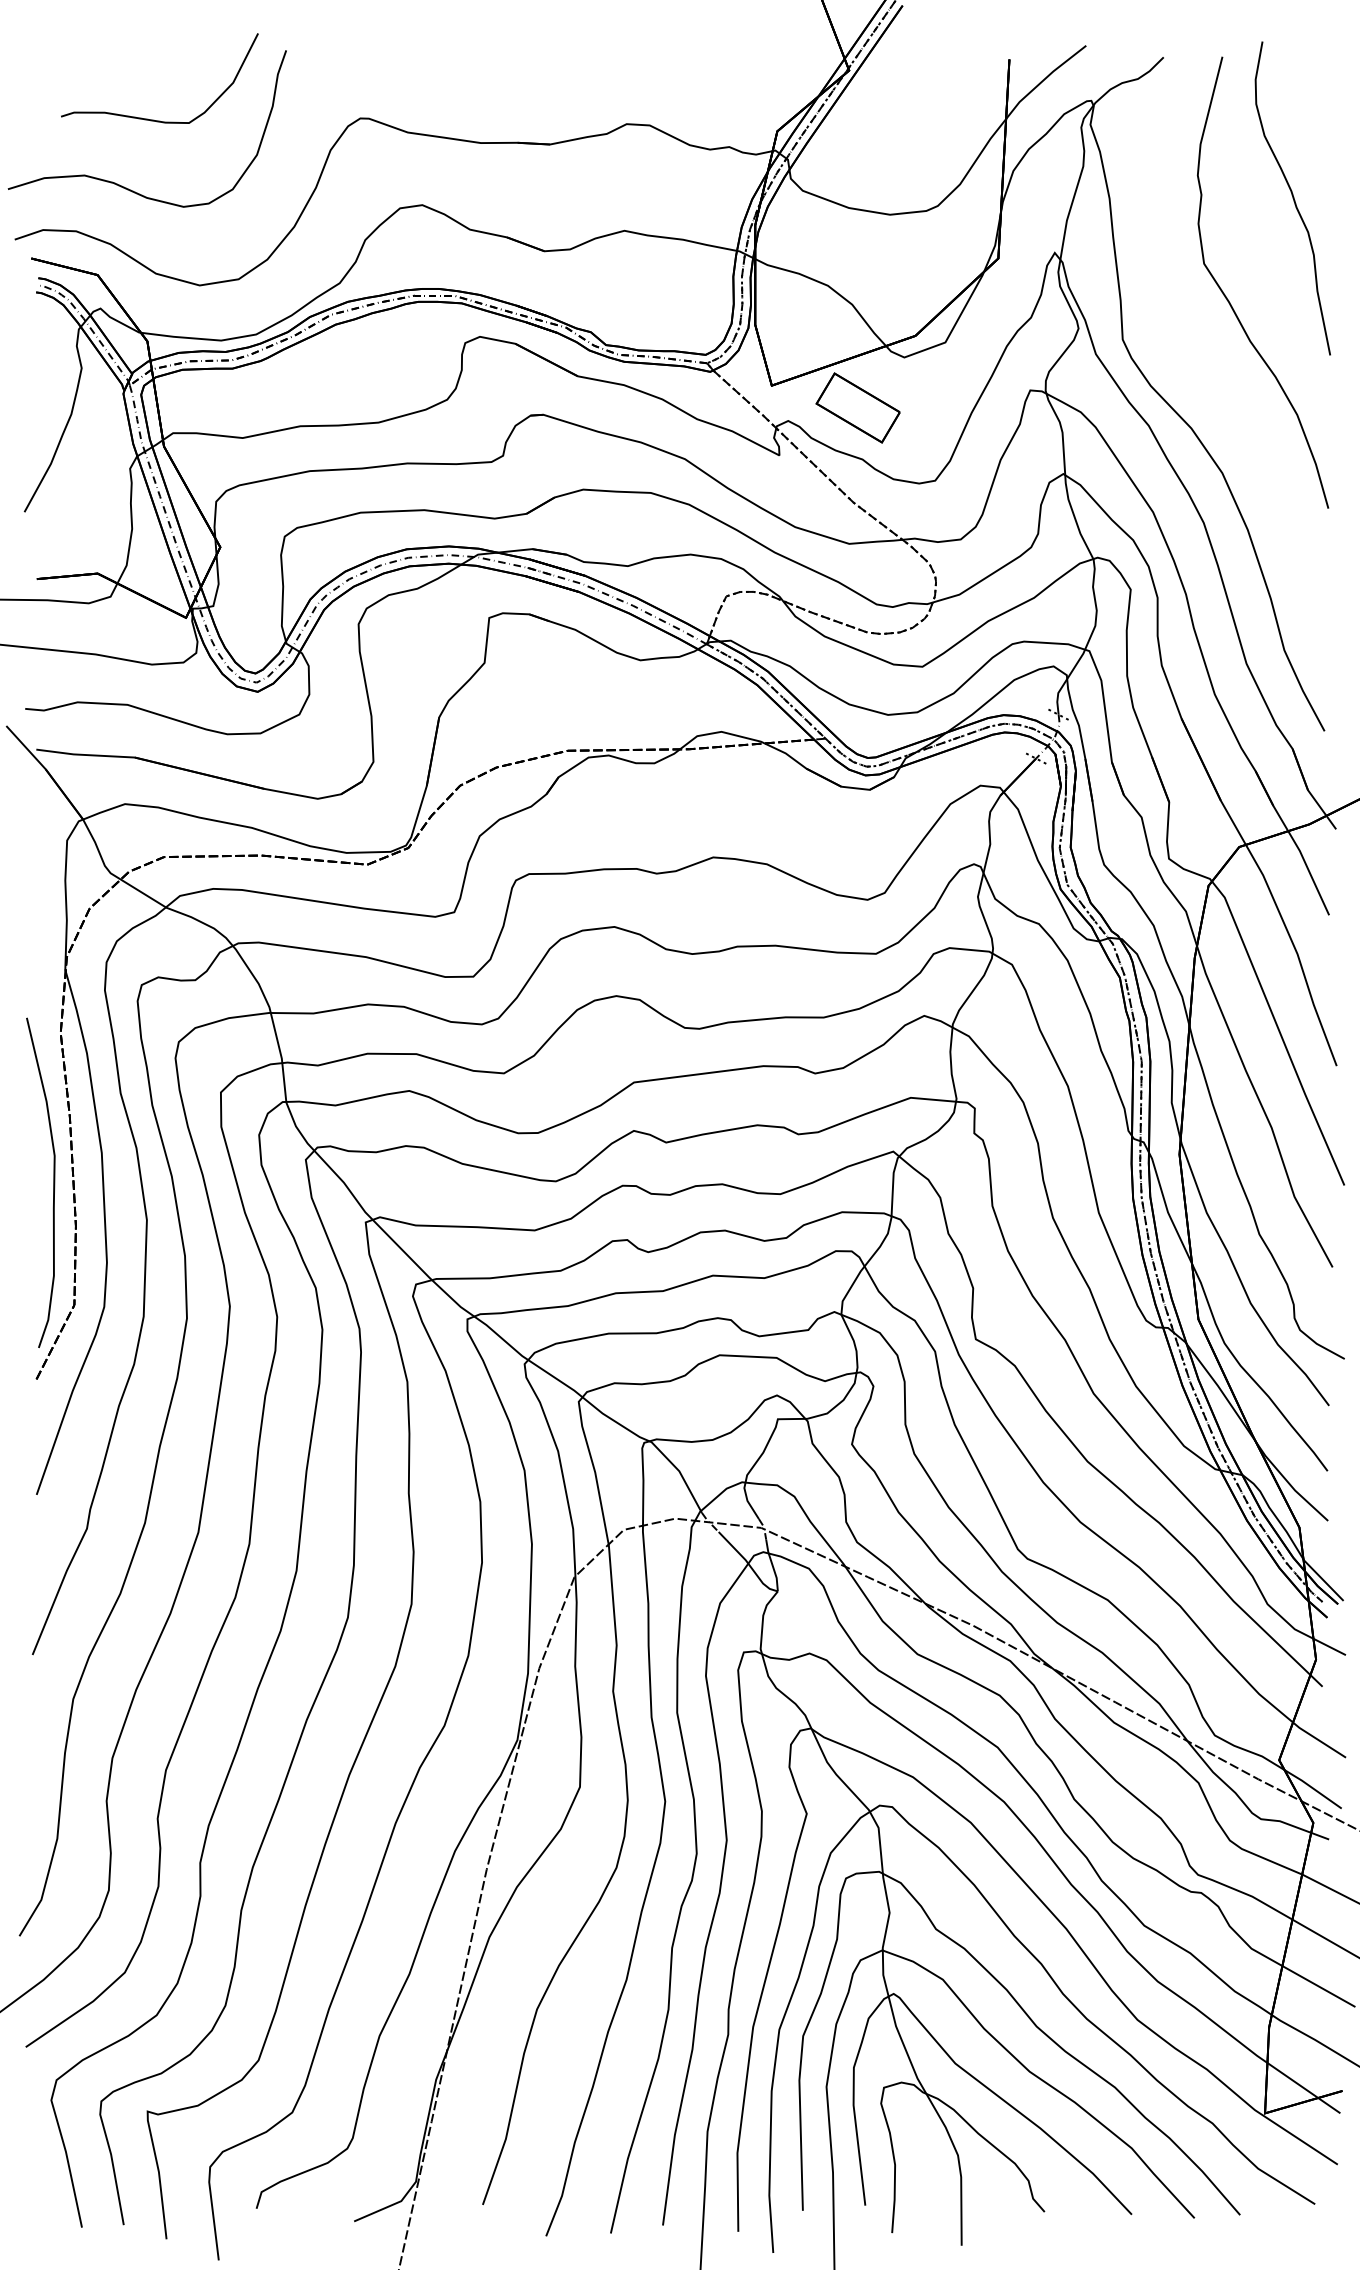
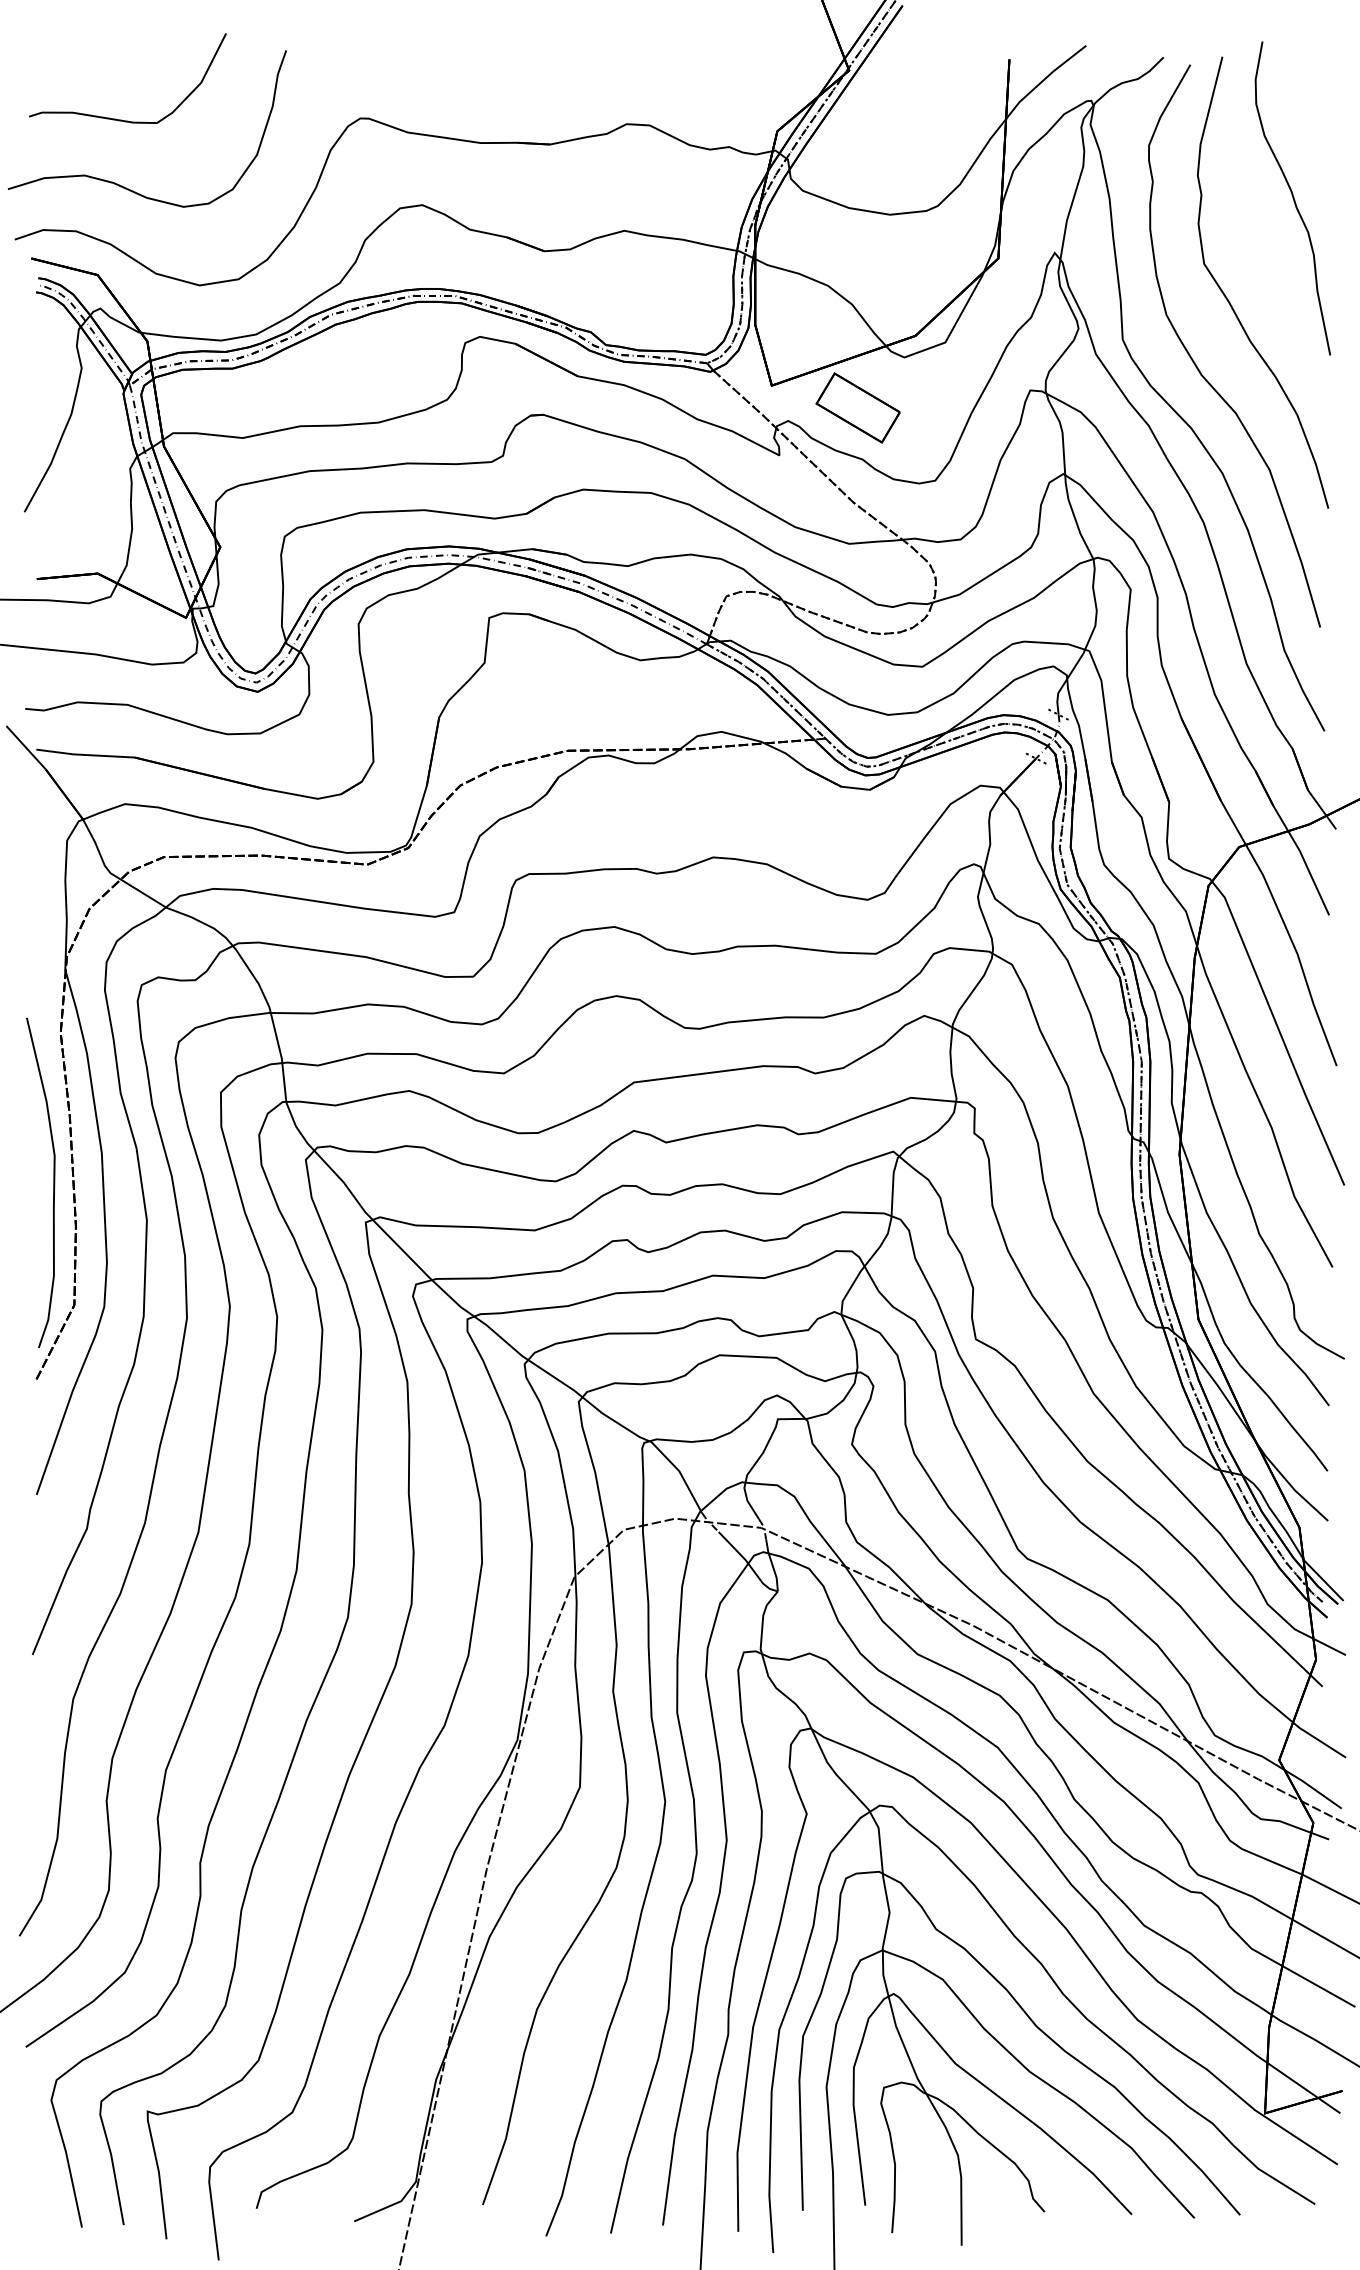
curve at (154, 119) position: (154, 119) -> (122, 119)
curve at (1198, 367): none -> present
